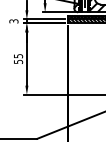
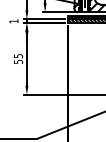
text at (13, 21): 3 -> 1
